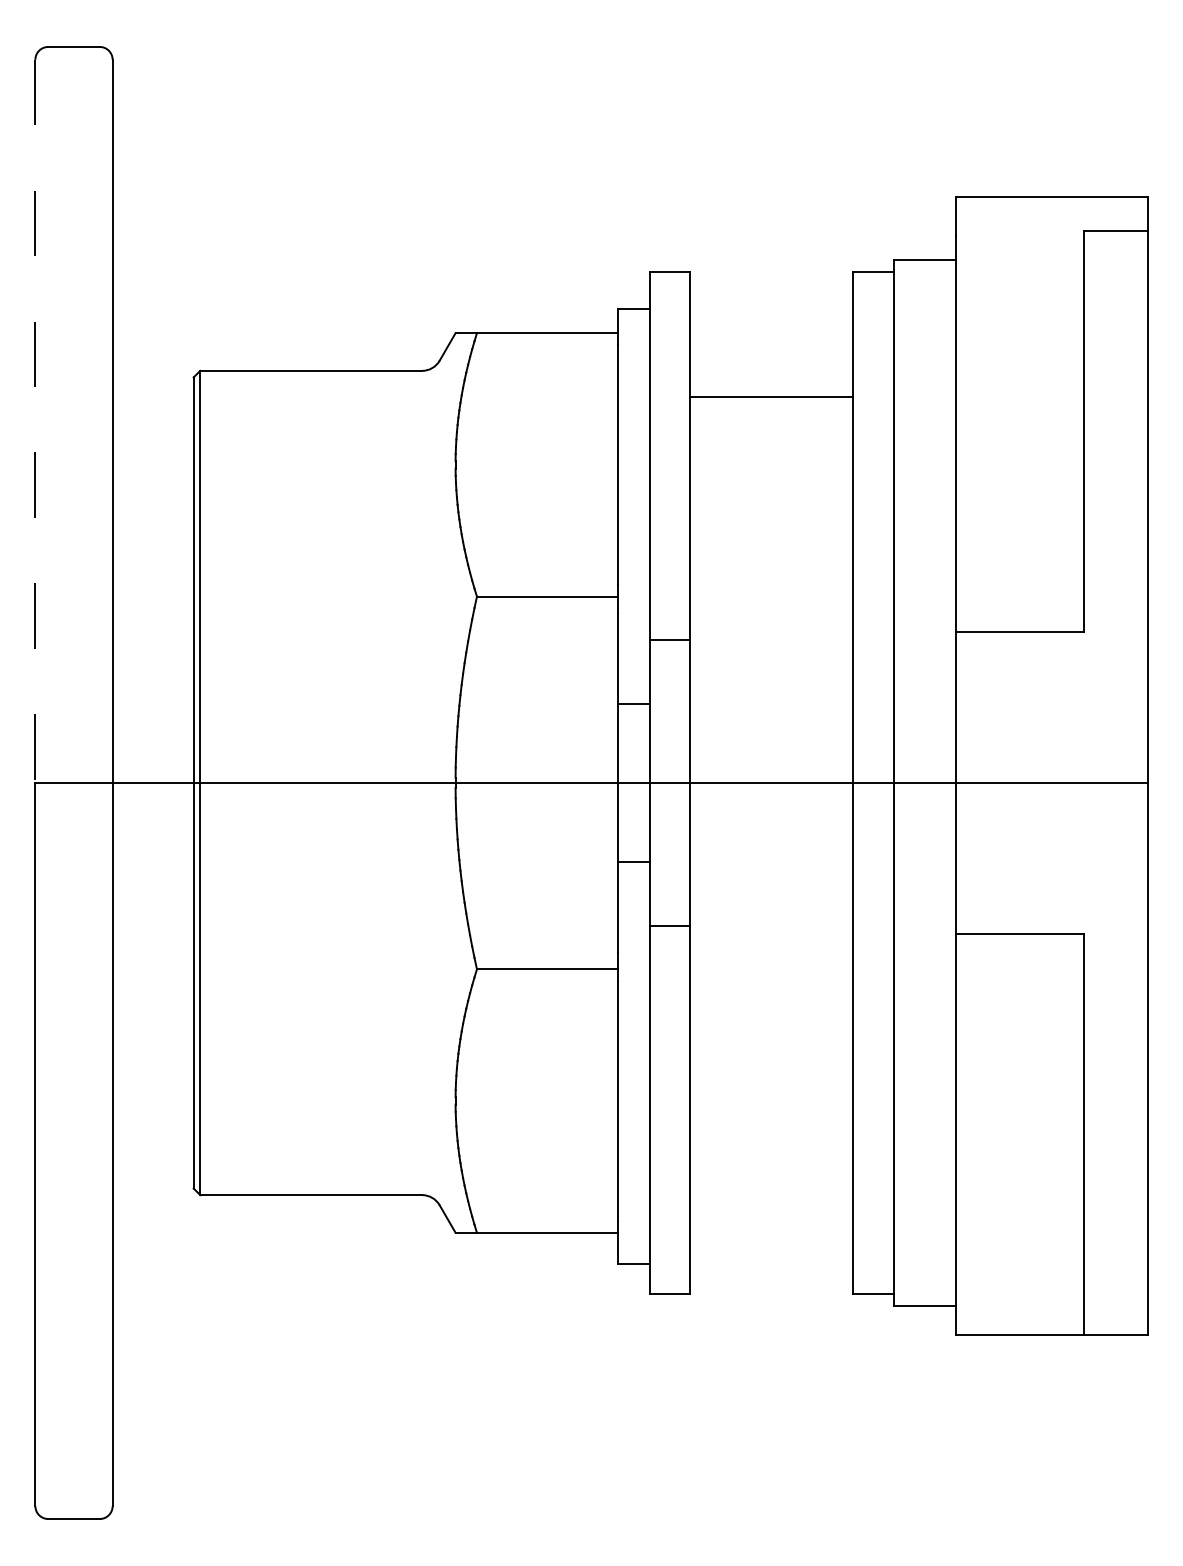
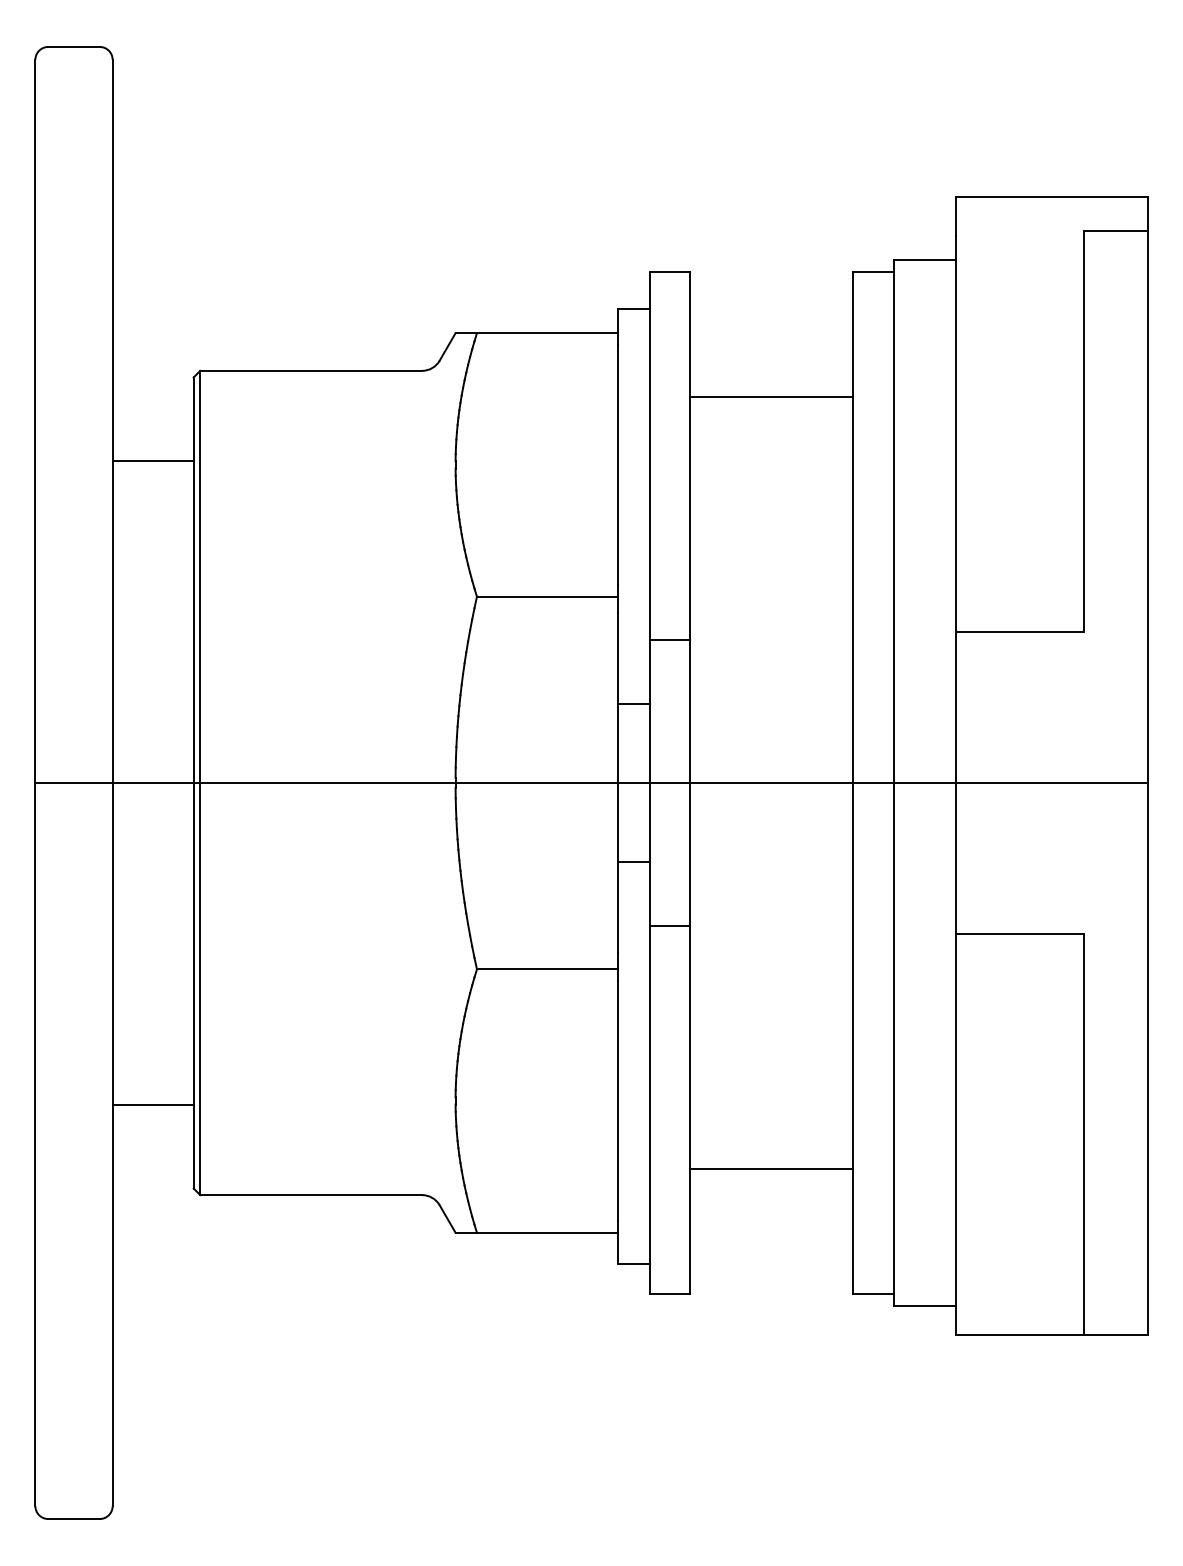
line at (35, 421): dashed -> solid
line at (152, 461): none -> present
line at (152, 1104): none -> present
line at (771, 1169): none -> present
